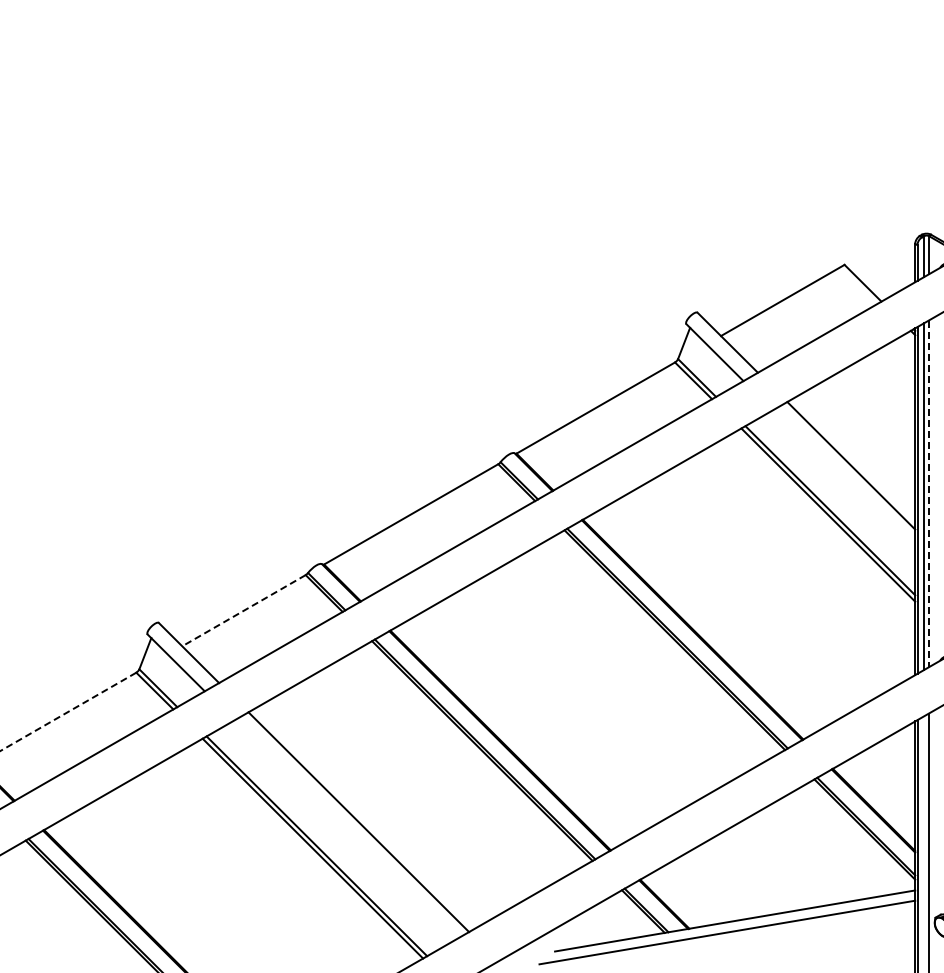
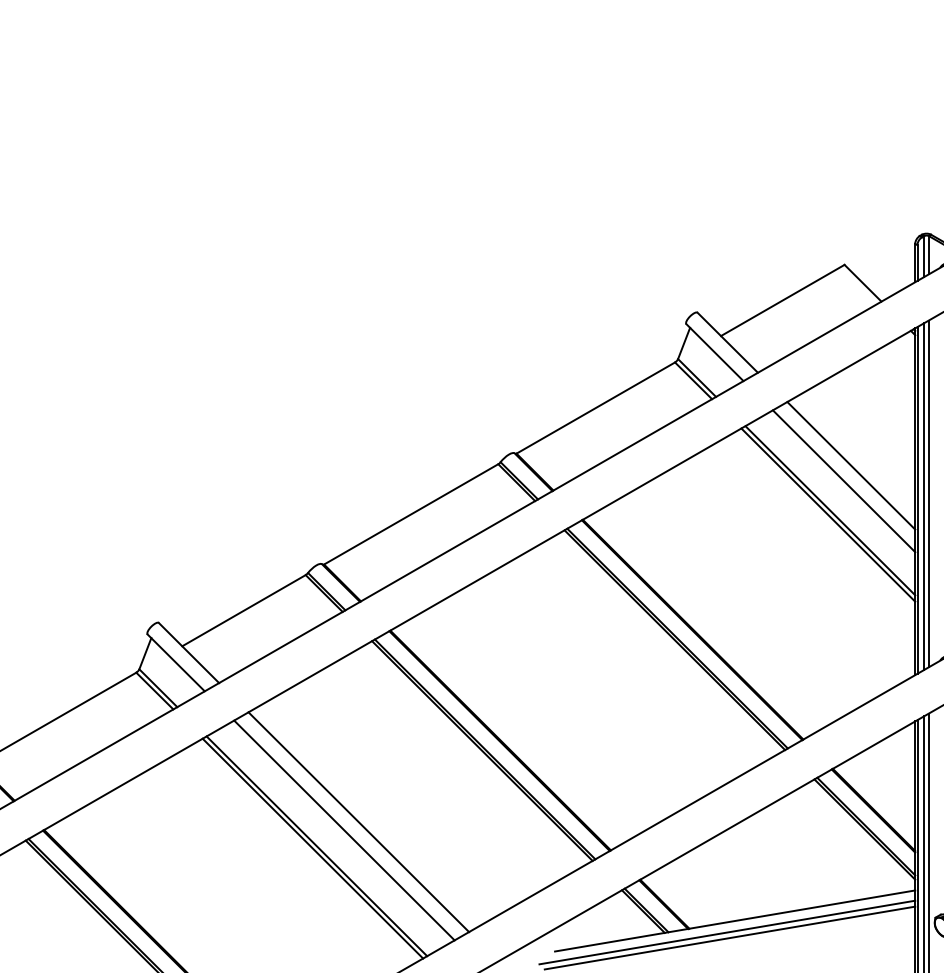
line at (843, 481): none -> present
line at (928, 494): dashed -> solid
line at (243, 610): dashed -> solid
line at (67, 712): dashed -> solid
line at (344, 830): none -> present
line at (924, 842): none -> present
line at (729, 937): none -> present
